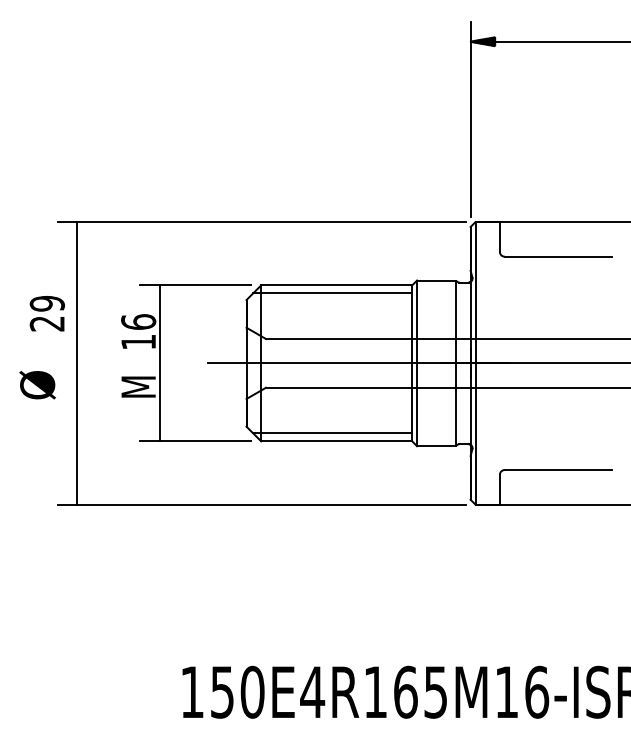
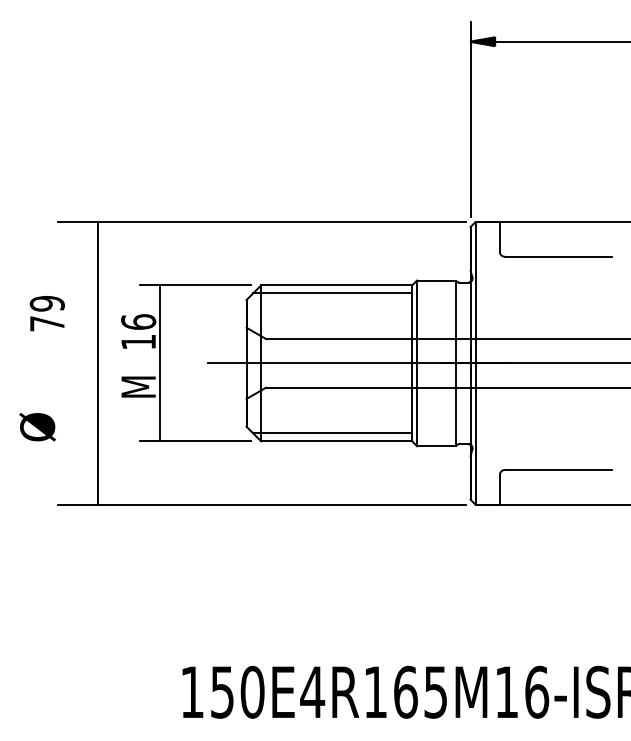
text at (46, 323): 29 -> 79
line at (77, 363) position: (77, 363) -> (98, 363)
text at (37, 385) position: (37, 385) -> (37, 427)
